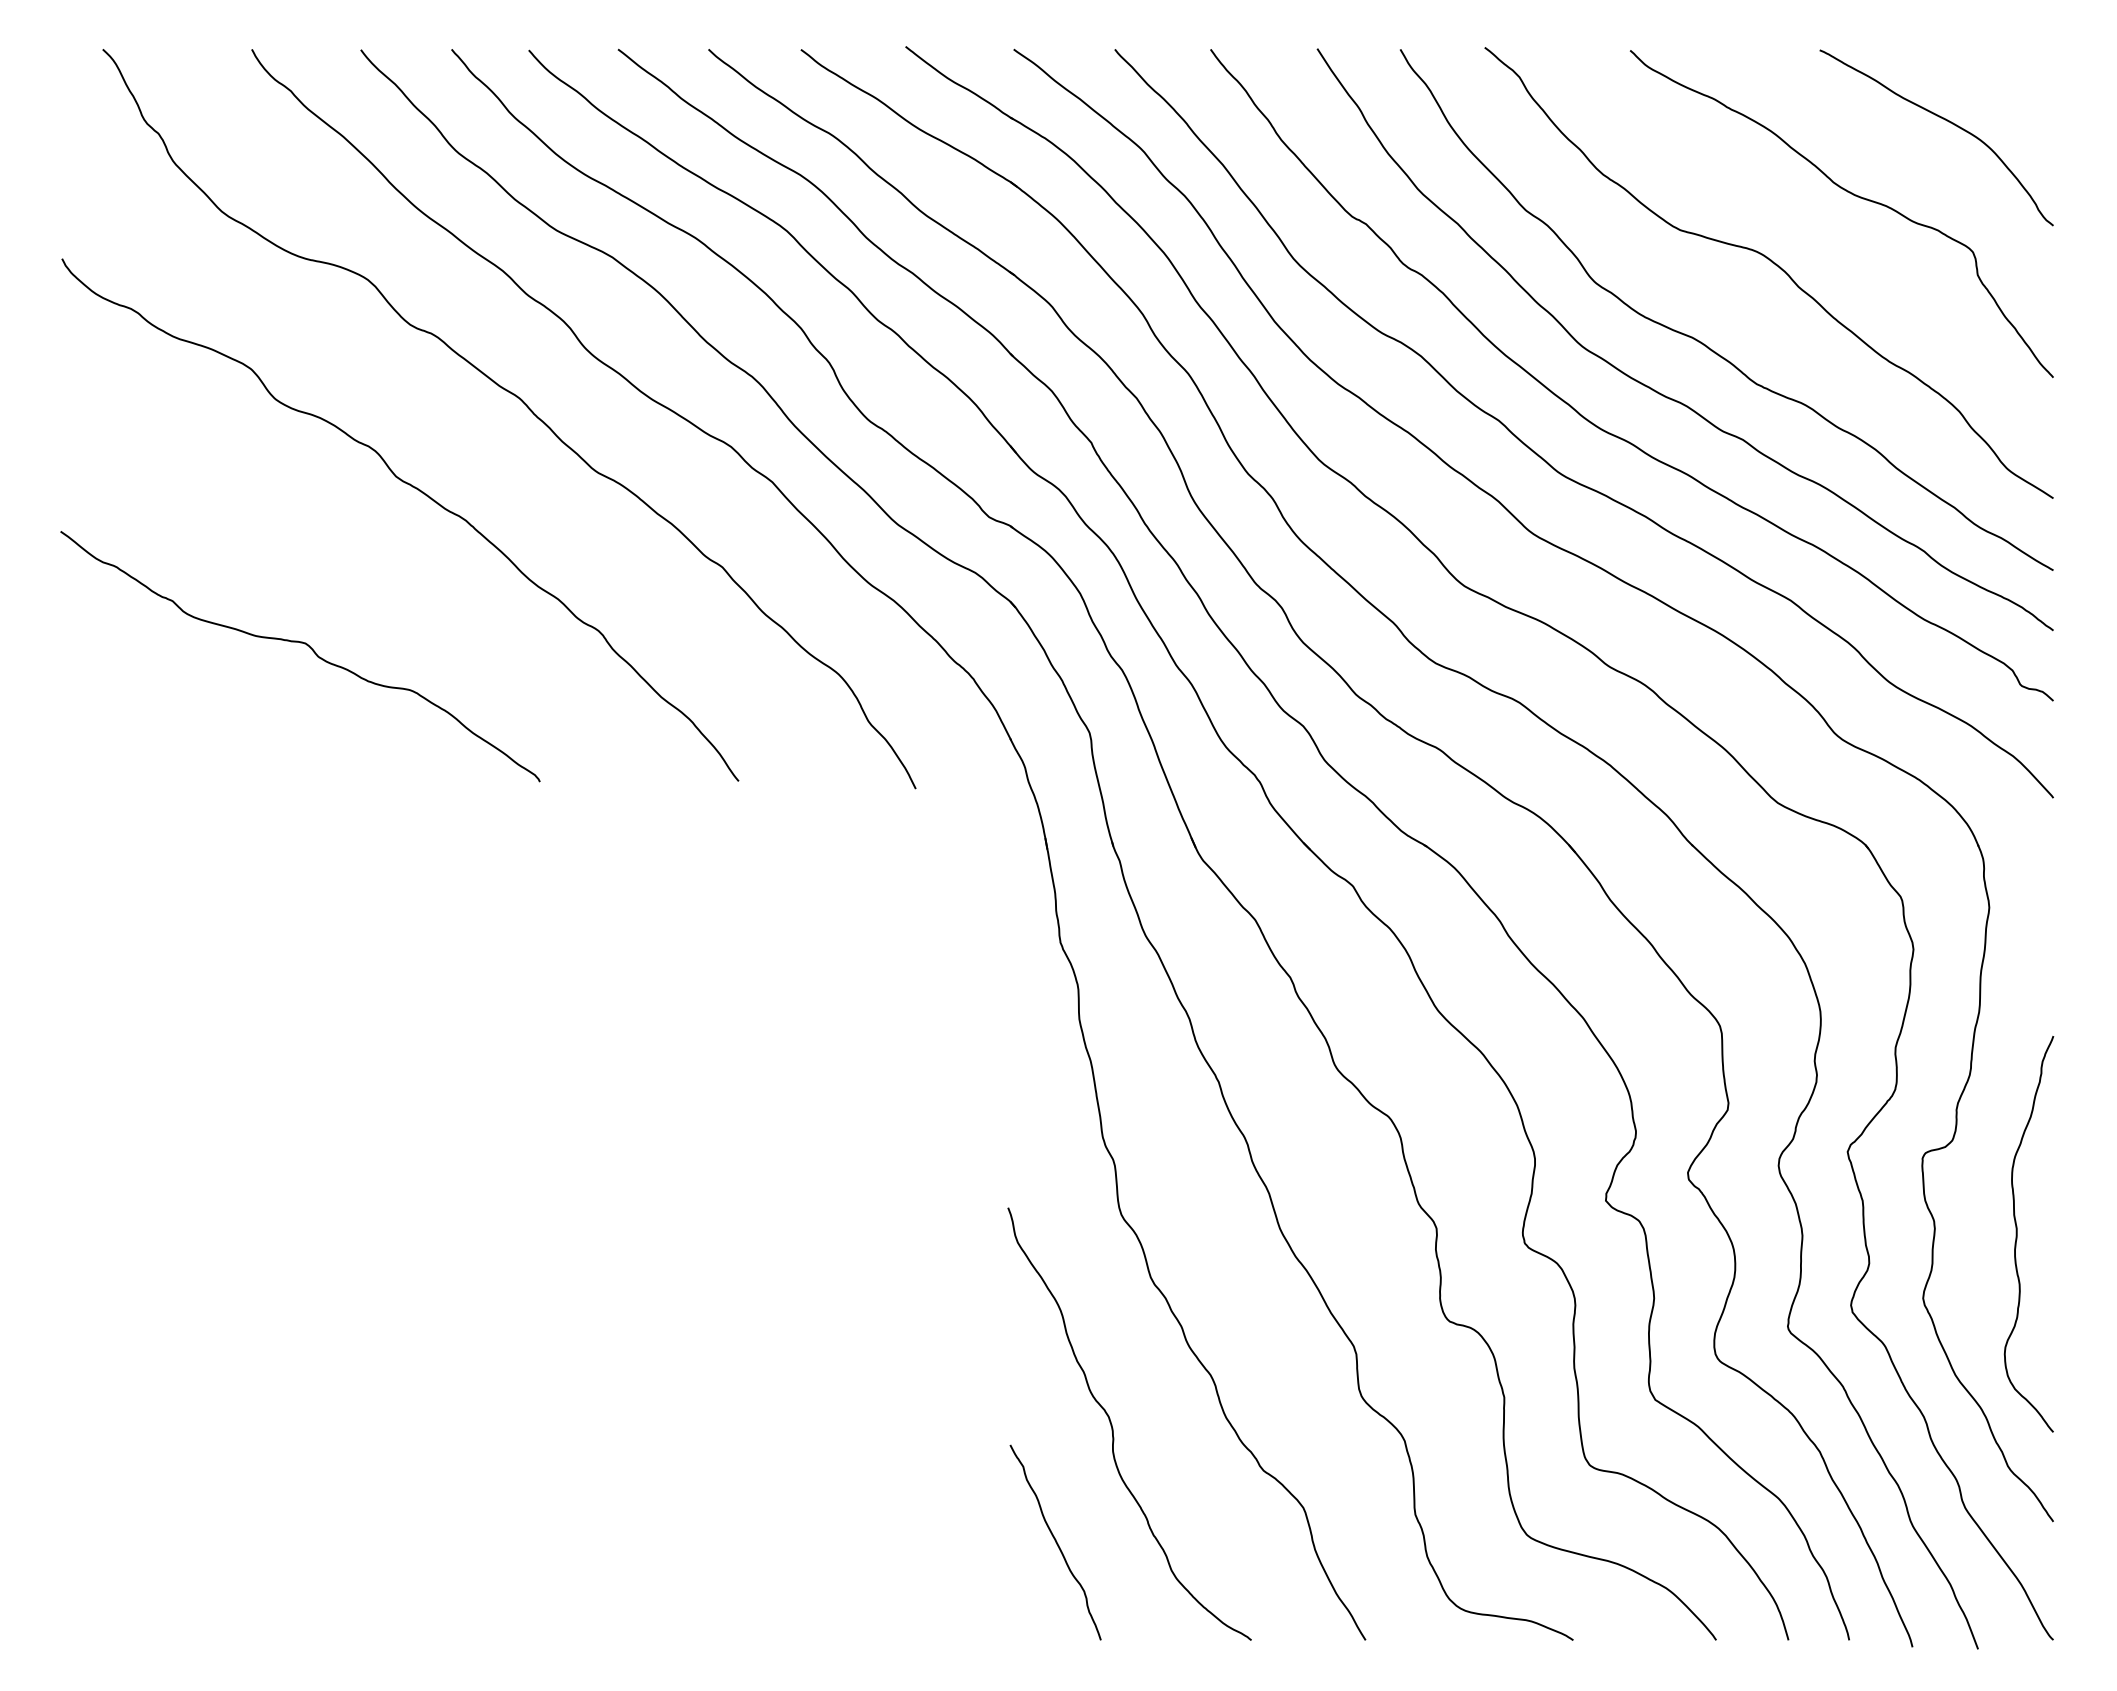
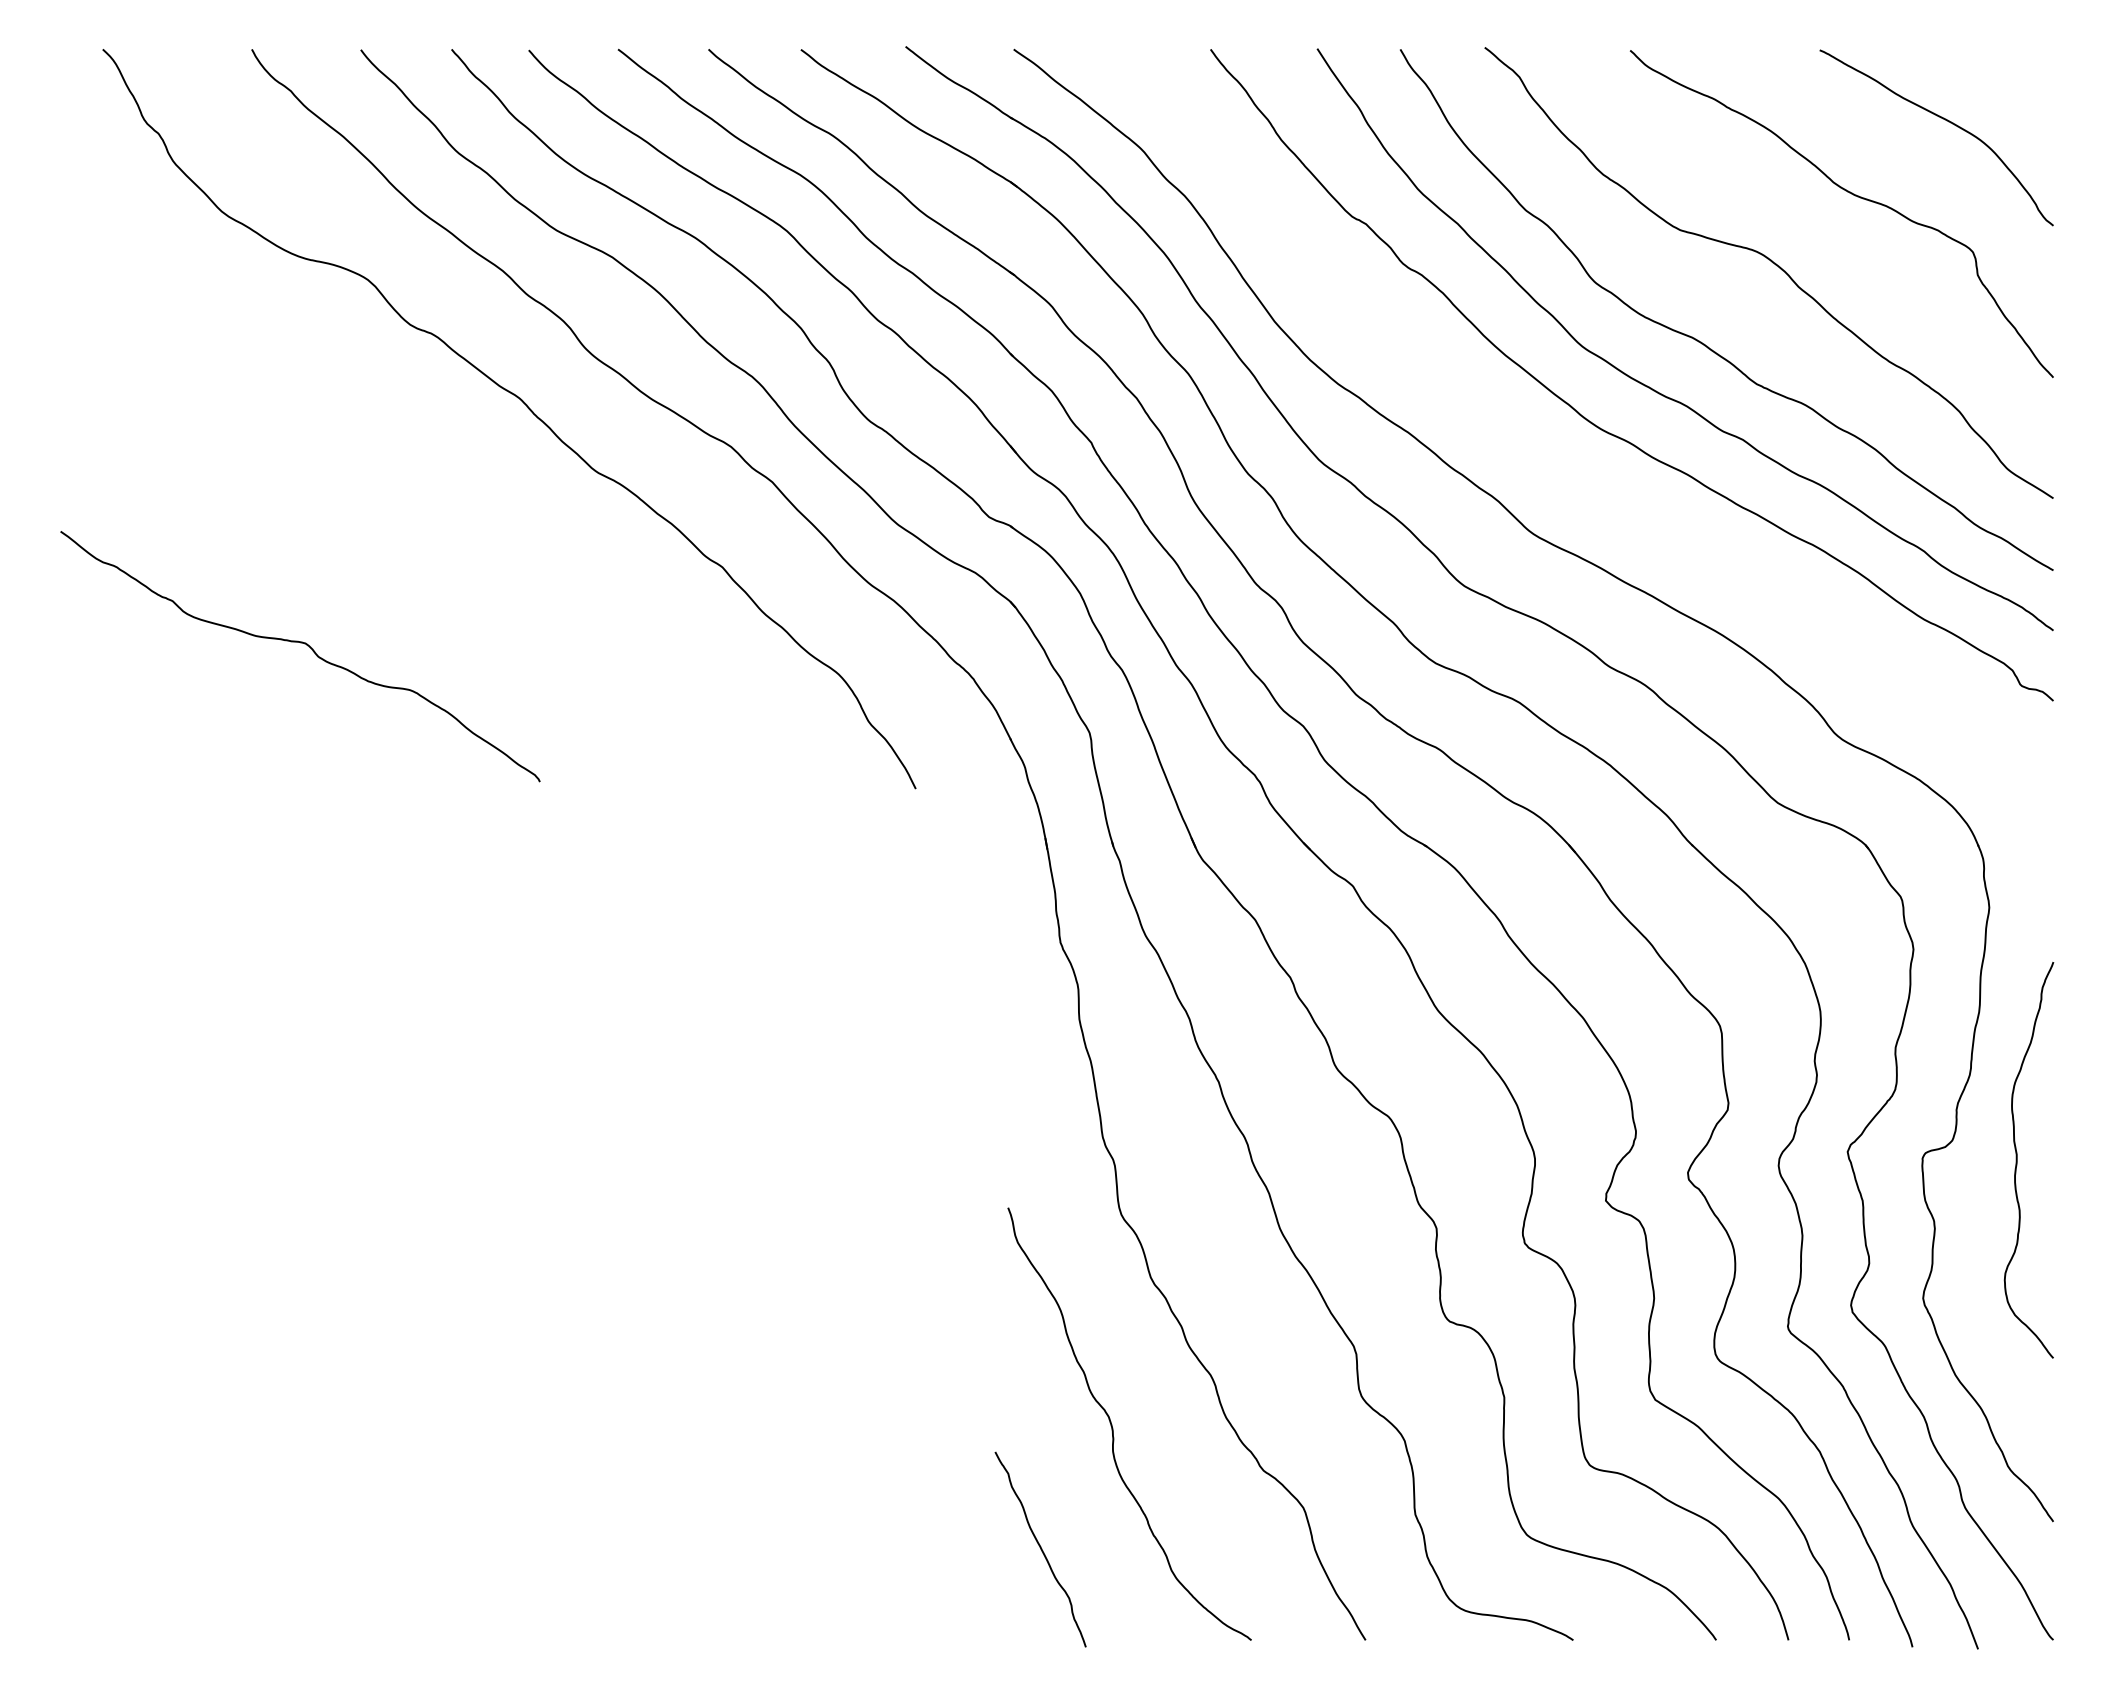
curve at (1546, 460): present -> none
curve at (420, 492): present -> none
curve at (2017, 1234) position: (2017, 1234) -> (2017, 1160)
curve at (1055, 1542) position: (1055, 1542) -> (1040, 1549)
